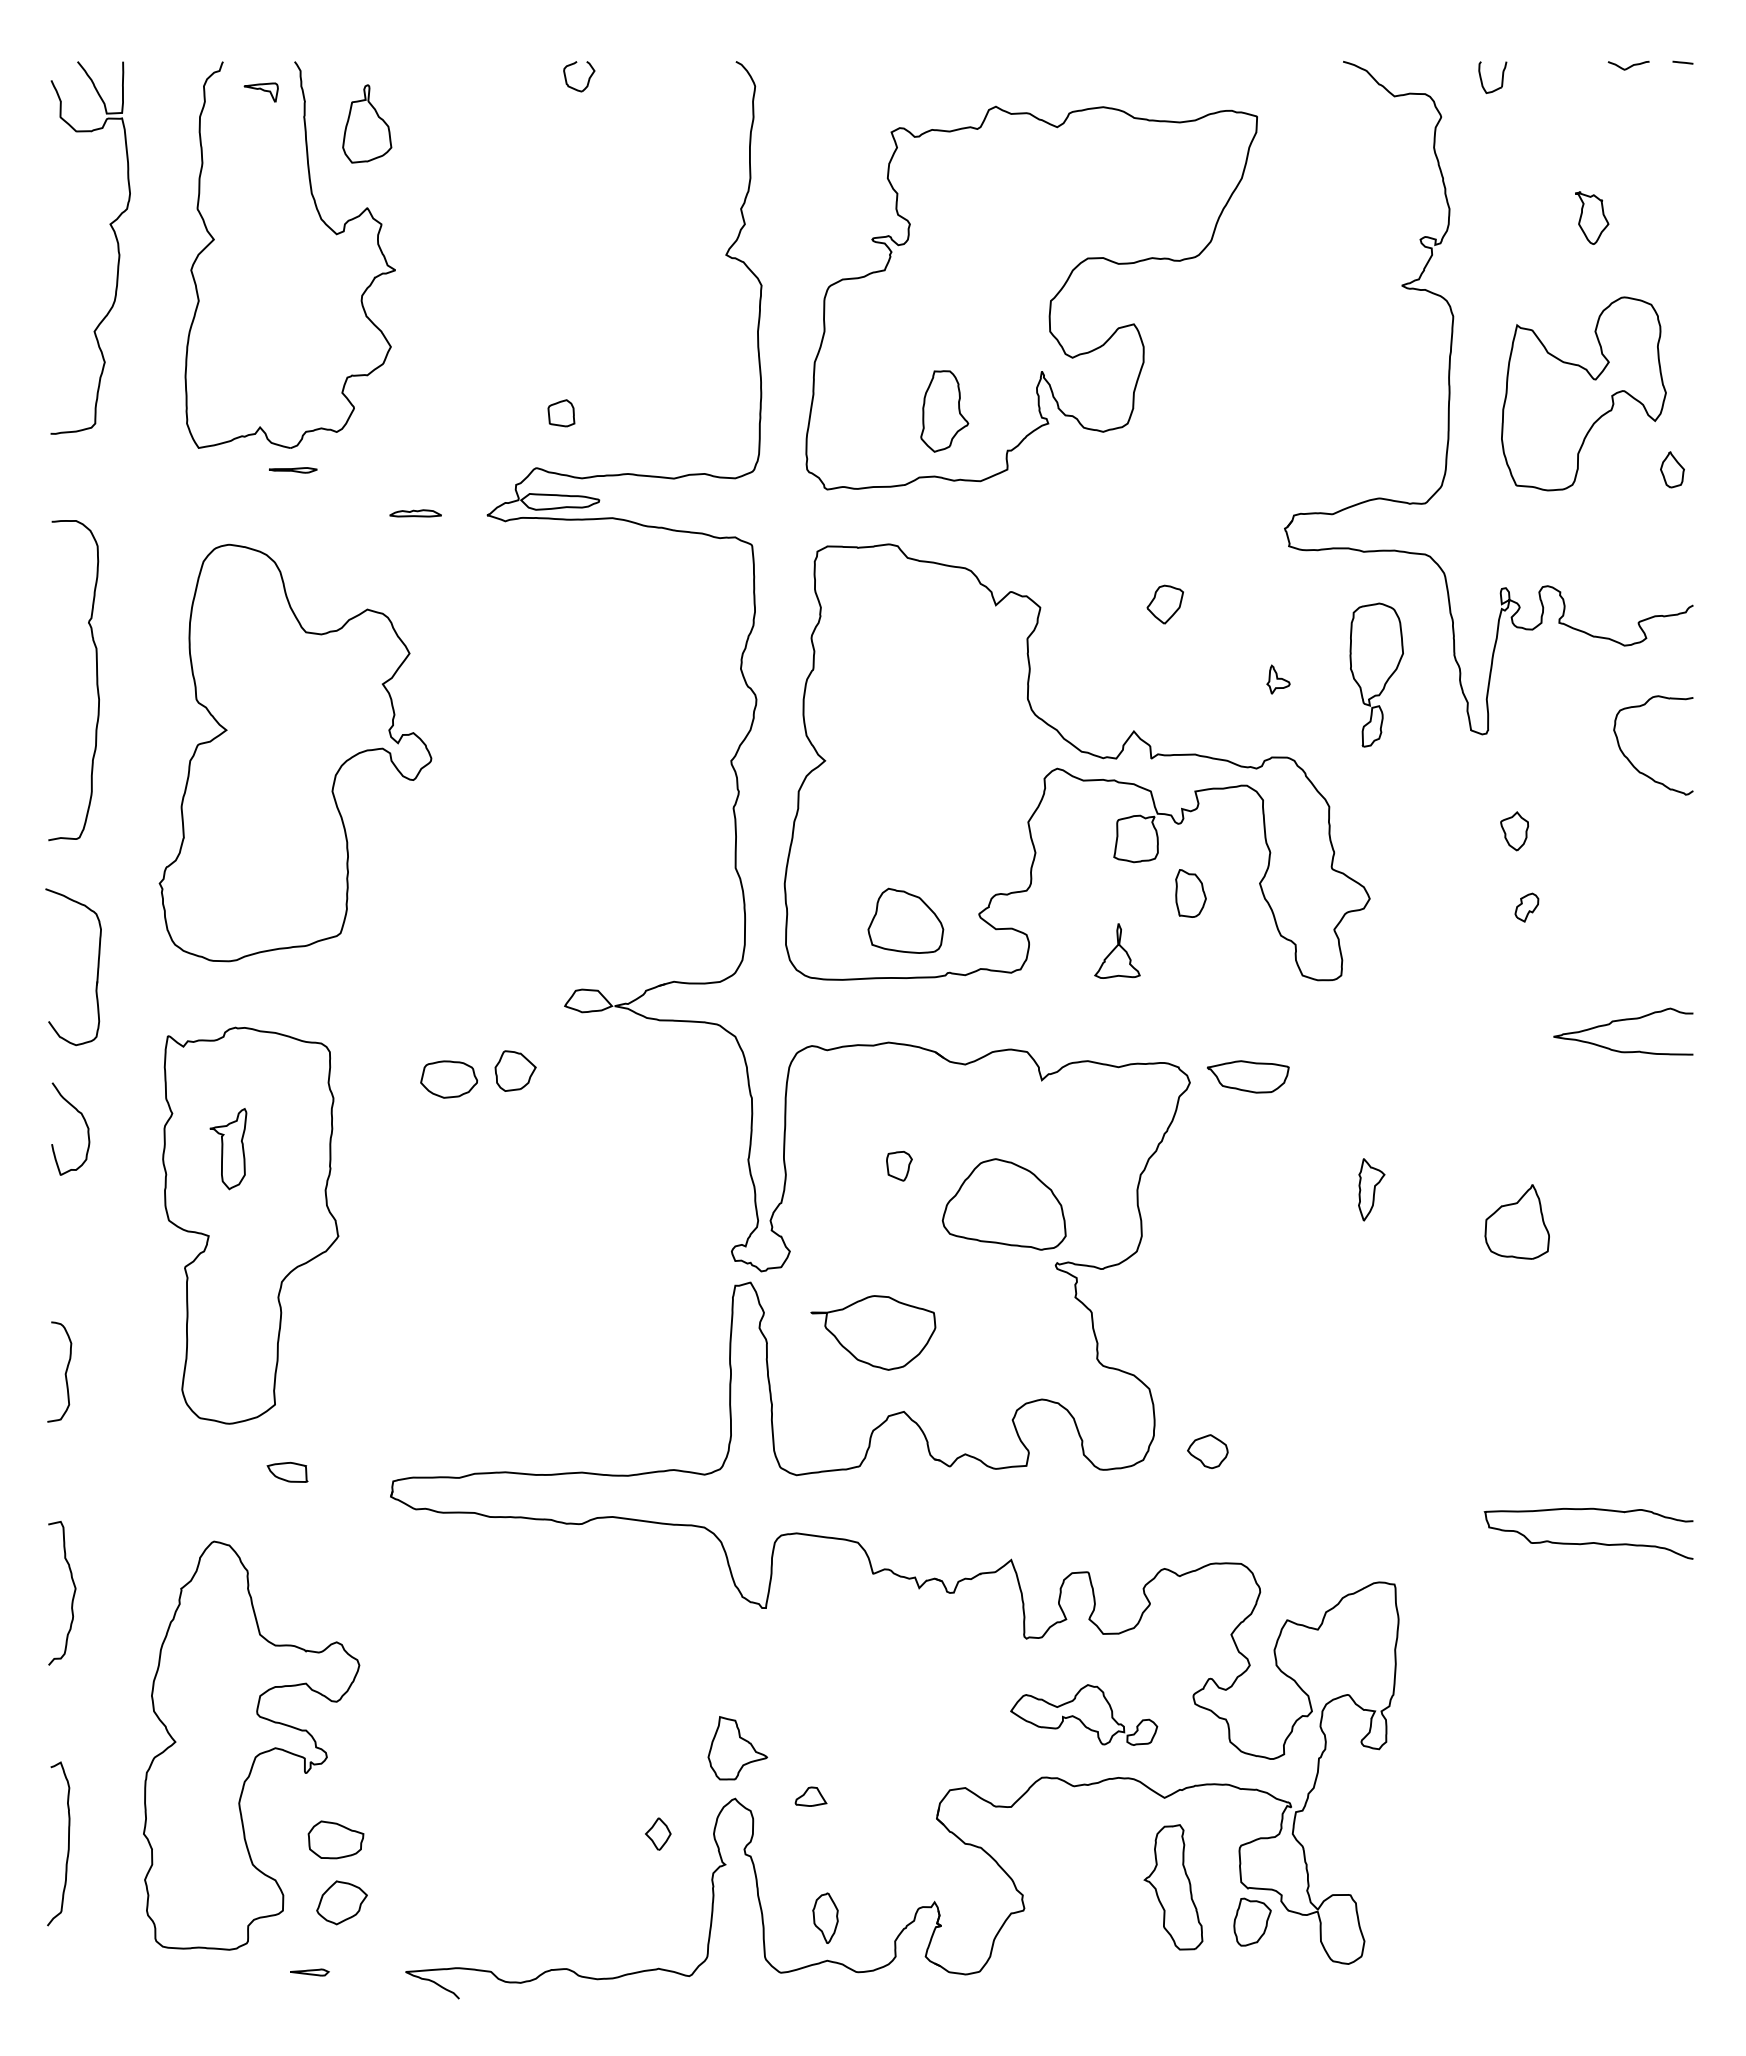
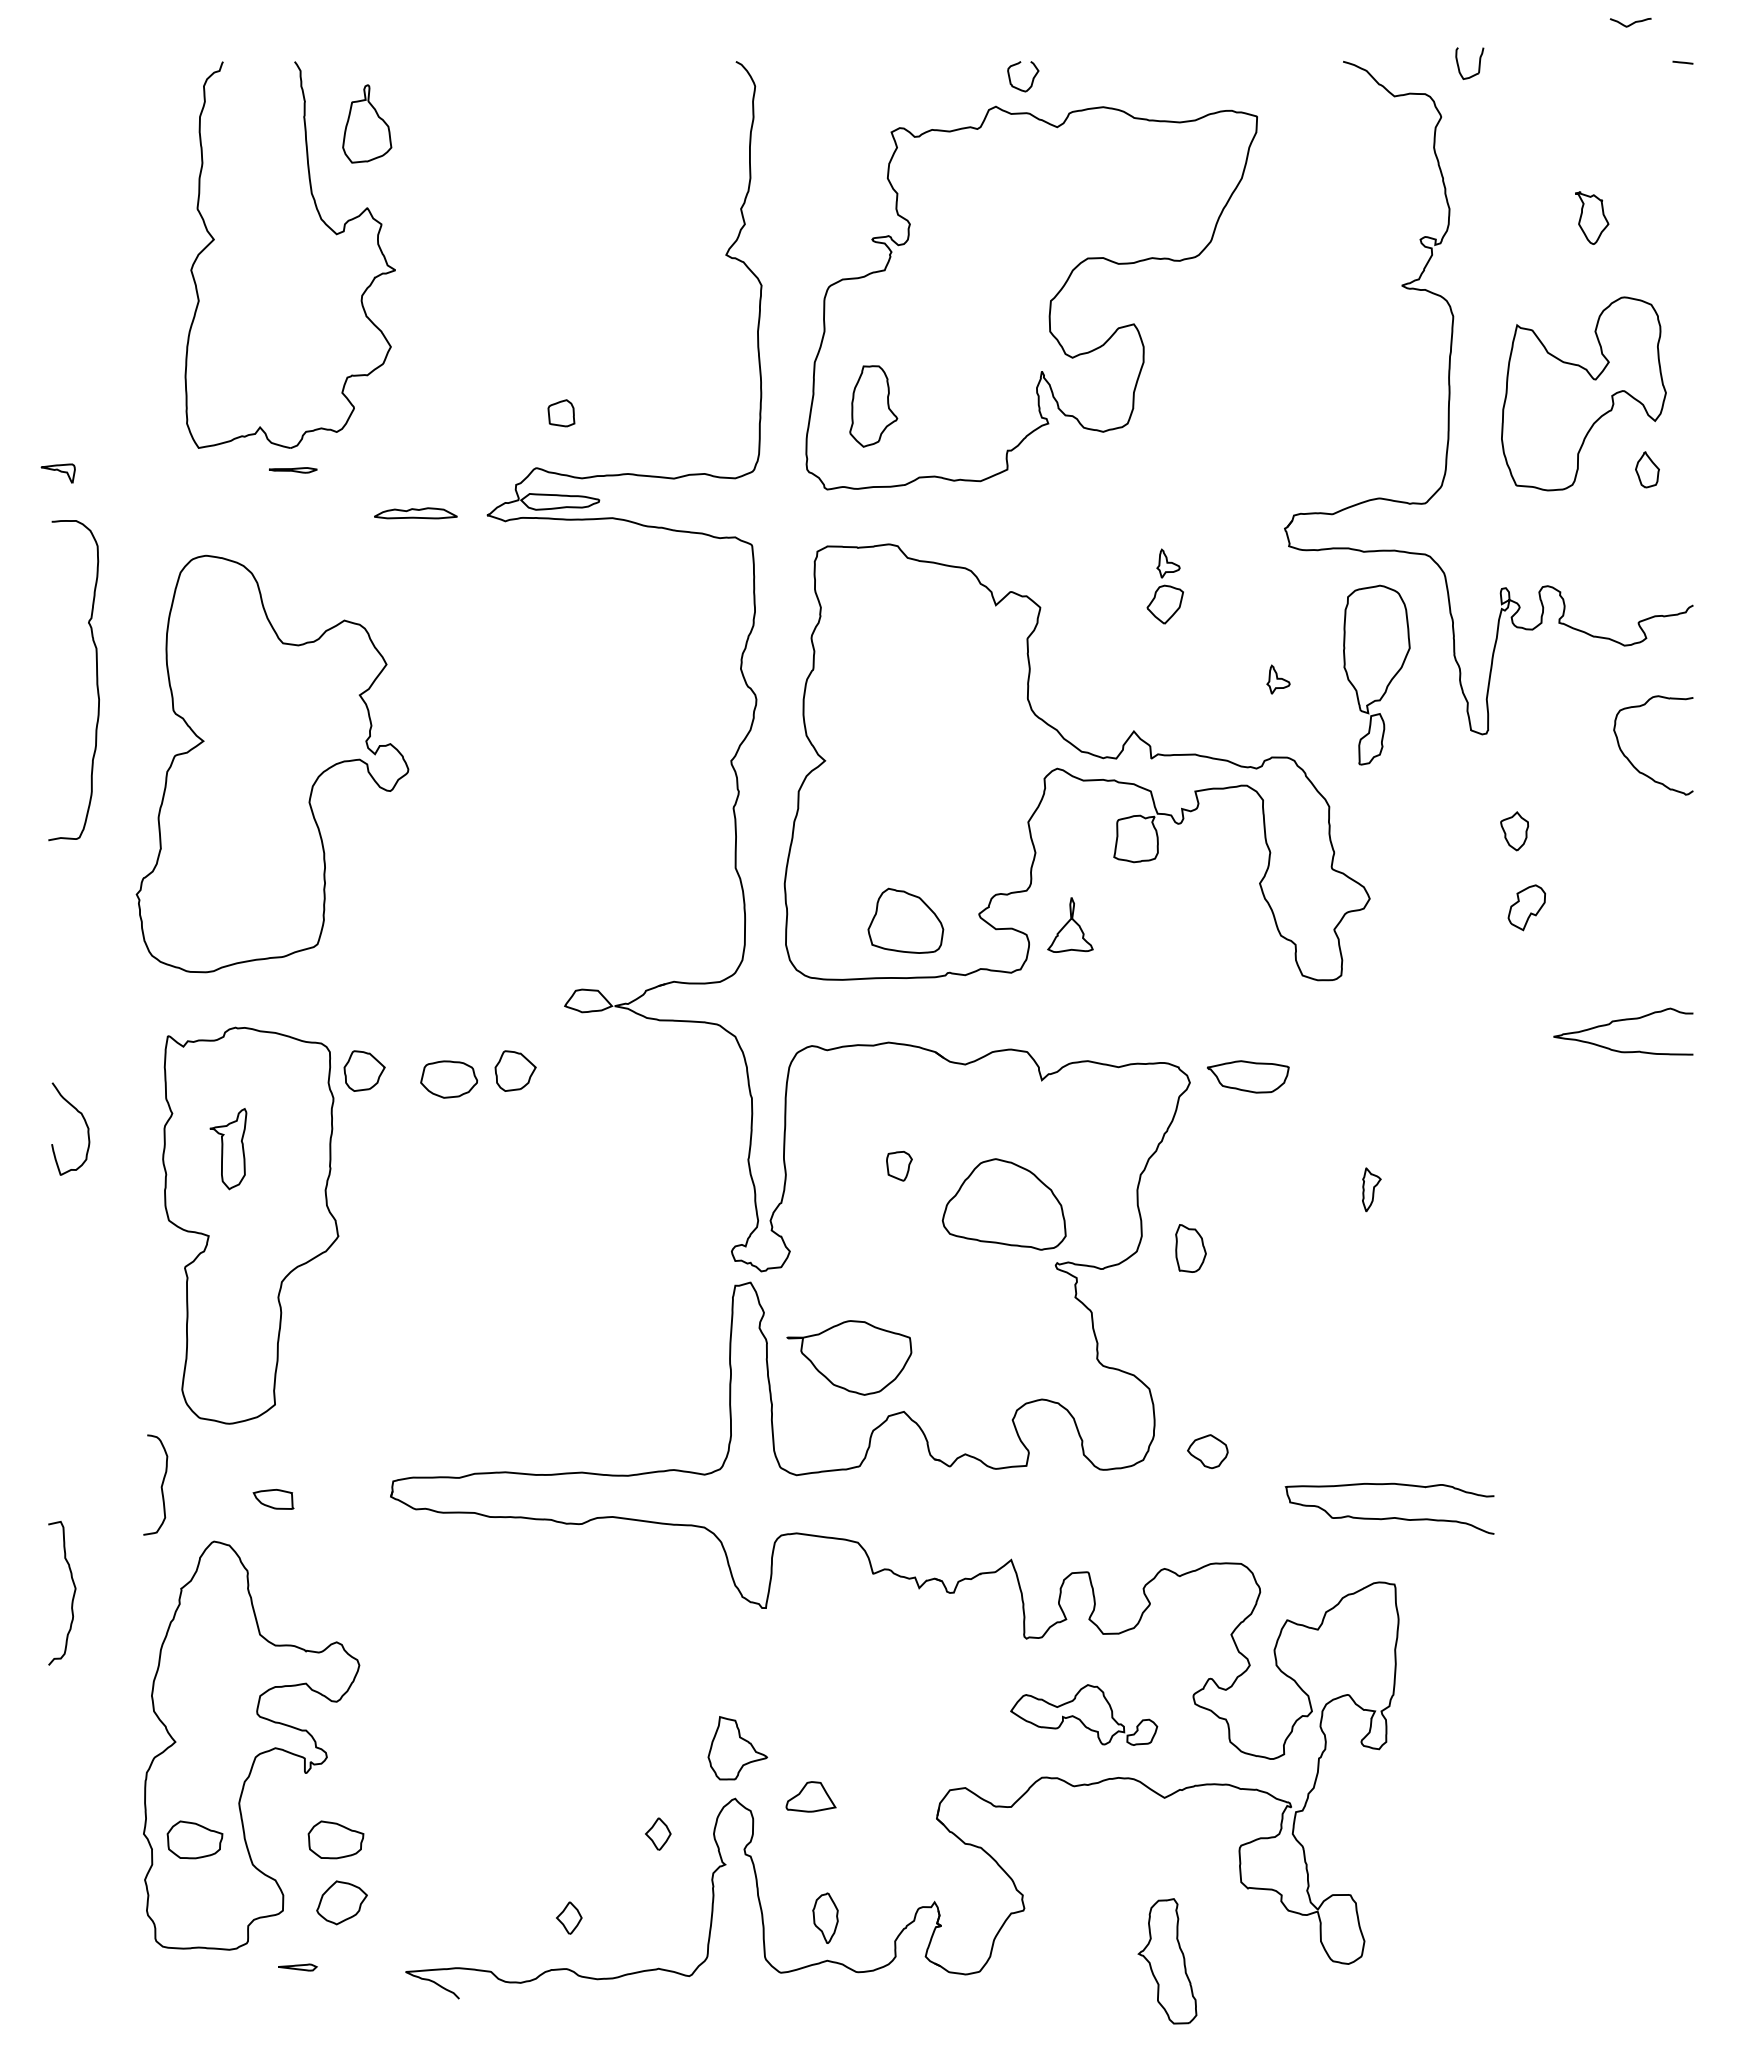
curve at (1628, 66) position: (1628, 66) -> (1630, 23)
part at (588, 78) position: (588, 78) -> (1032, 78)
part at (1501, 78) position: (1501, 78) -> (1478, 64)
part at (260, 92) position: (260, 92) -> (57, 473)
part at (115, 238): present -> none
part at (944, 411) position: (944, 411) -> (873, 406)
part at (1672, 469) position: (1672, 469) -> (1647, 469)
part at (415, 513) size: 53x9 px -> 84x13 px
part at (1168, 563): none -> present
part at (1376, 674) size: 55x146 px -> 68x182 px
part at (295, 752) position: (295, 752) -> (272, 763)
part at (1190, 893) position: (1190, 893) -> (1190, 1248)
part at (1526, 907) size: 26x31 px -> 39x48 px
part at (1117, 950) position: (1117, 950) -> (1070, 924)
part at (97, 967): present -> none
part at (364, 1070): none -> present
part at (1371, 1189) size: 28x64 px -> 20x46 px
part at (1516, 1221): present -> none
part at (873, 1332) position: (873, 1332) -> (849, 1357)
curve at (64, 1373) position: (64, 1373) -> (160, 1486)
part at (287, 1472) position: (287, 1472) -> (273, 1499)
curve at (1588, 1542) position: (1588, 1542) -> (1389, 1517)
part at (810, 1796) size: 34x21 px -> 52x32 px
part at (194, 1839): none -> present
curve at (68, 1843): present -> none
part at (1173, 1887) position: (1173, 1887) -> (1167, 1961)
part at (569, 1917): none -> present
part at (1252, 1921): present -> none
part at (309, 1972) position: (309, 1972) -> (297, 1967)
